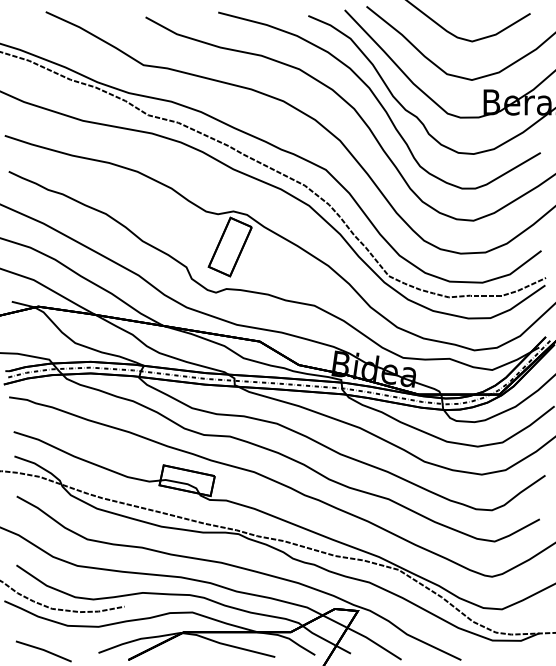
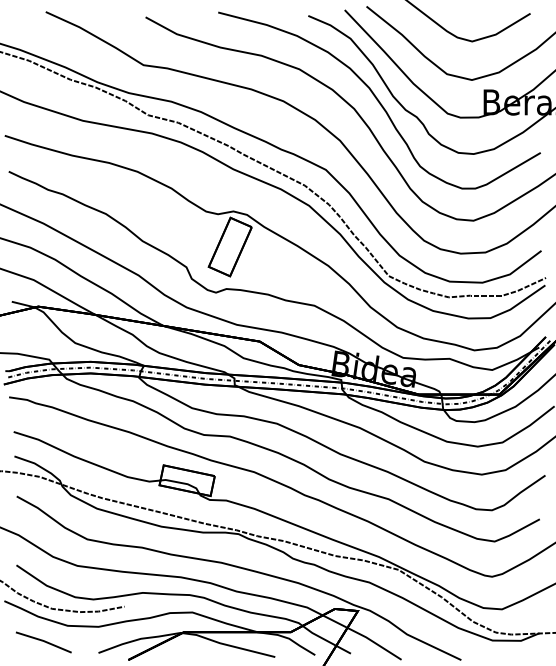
line at (43, 650) position: (43, 650) -> (43, 641)
